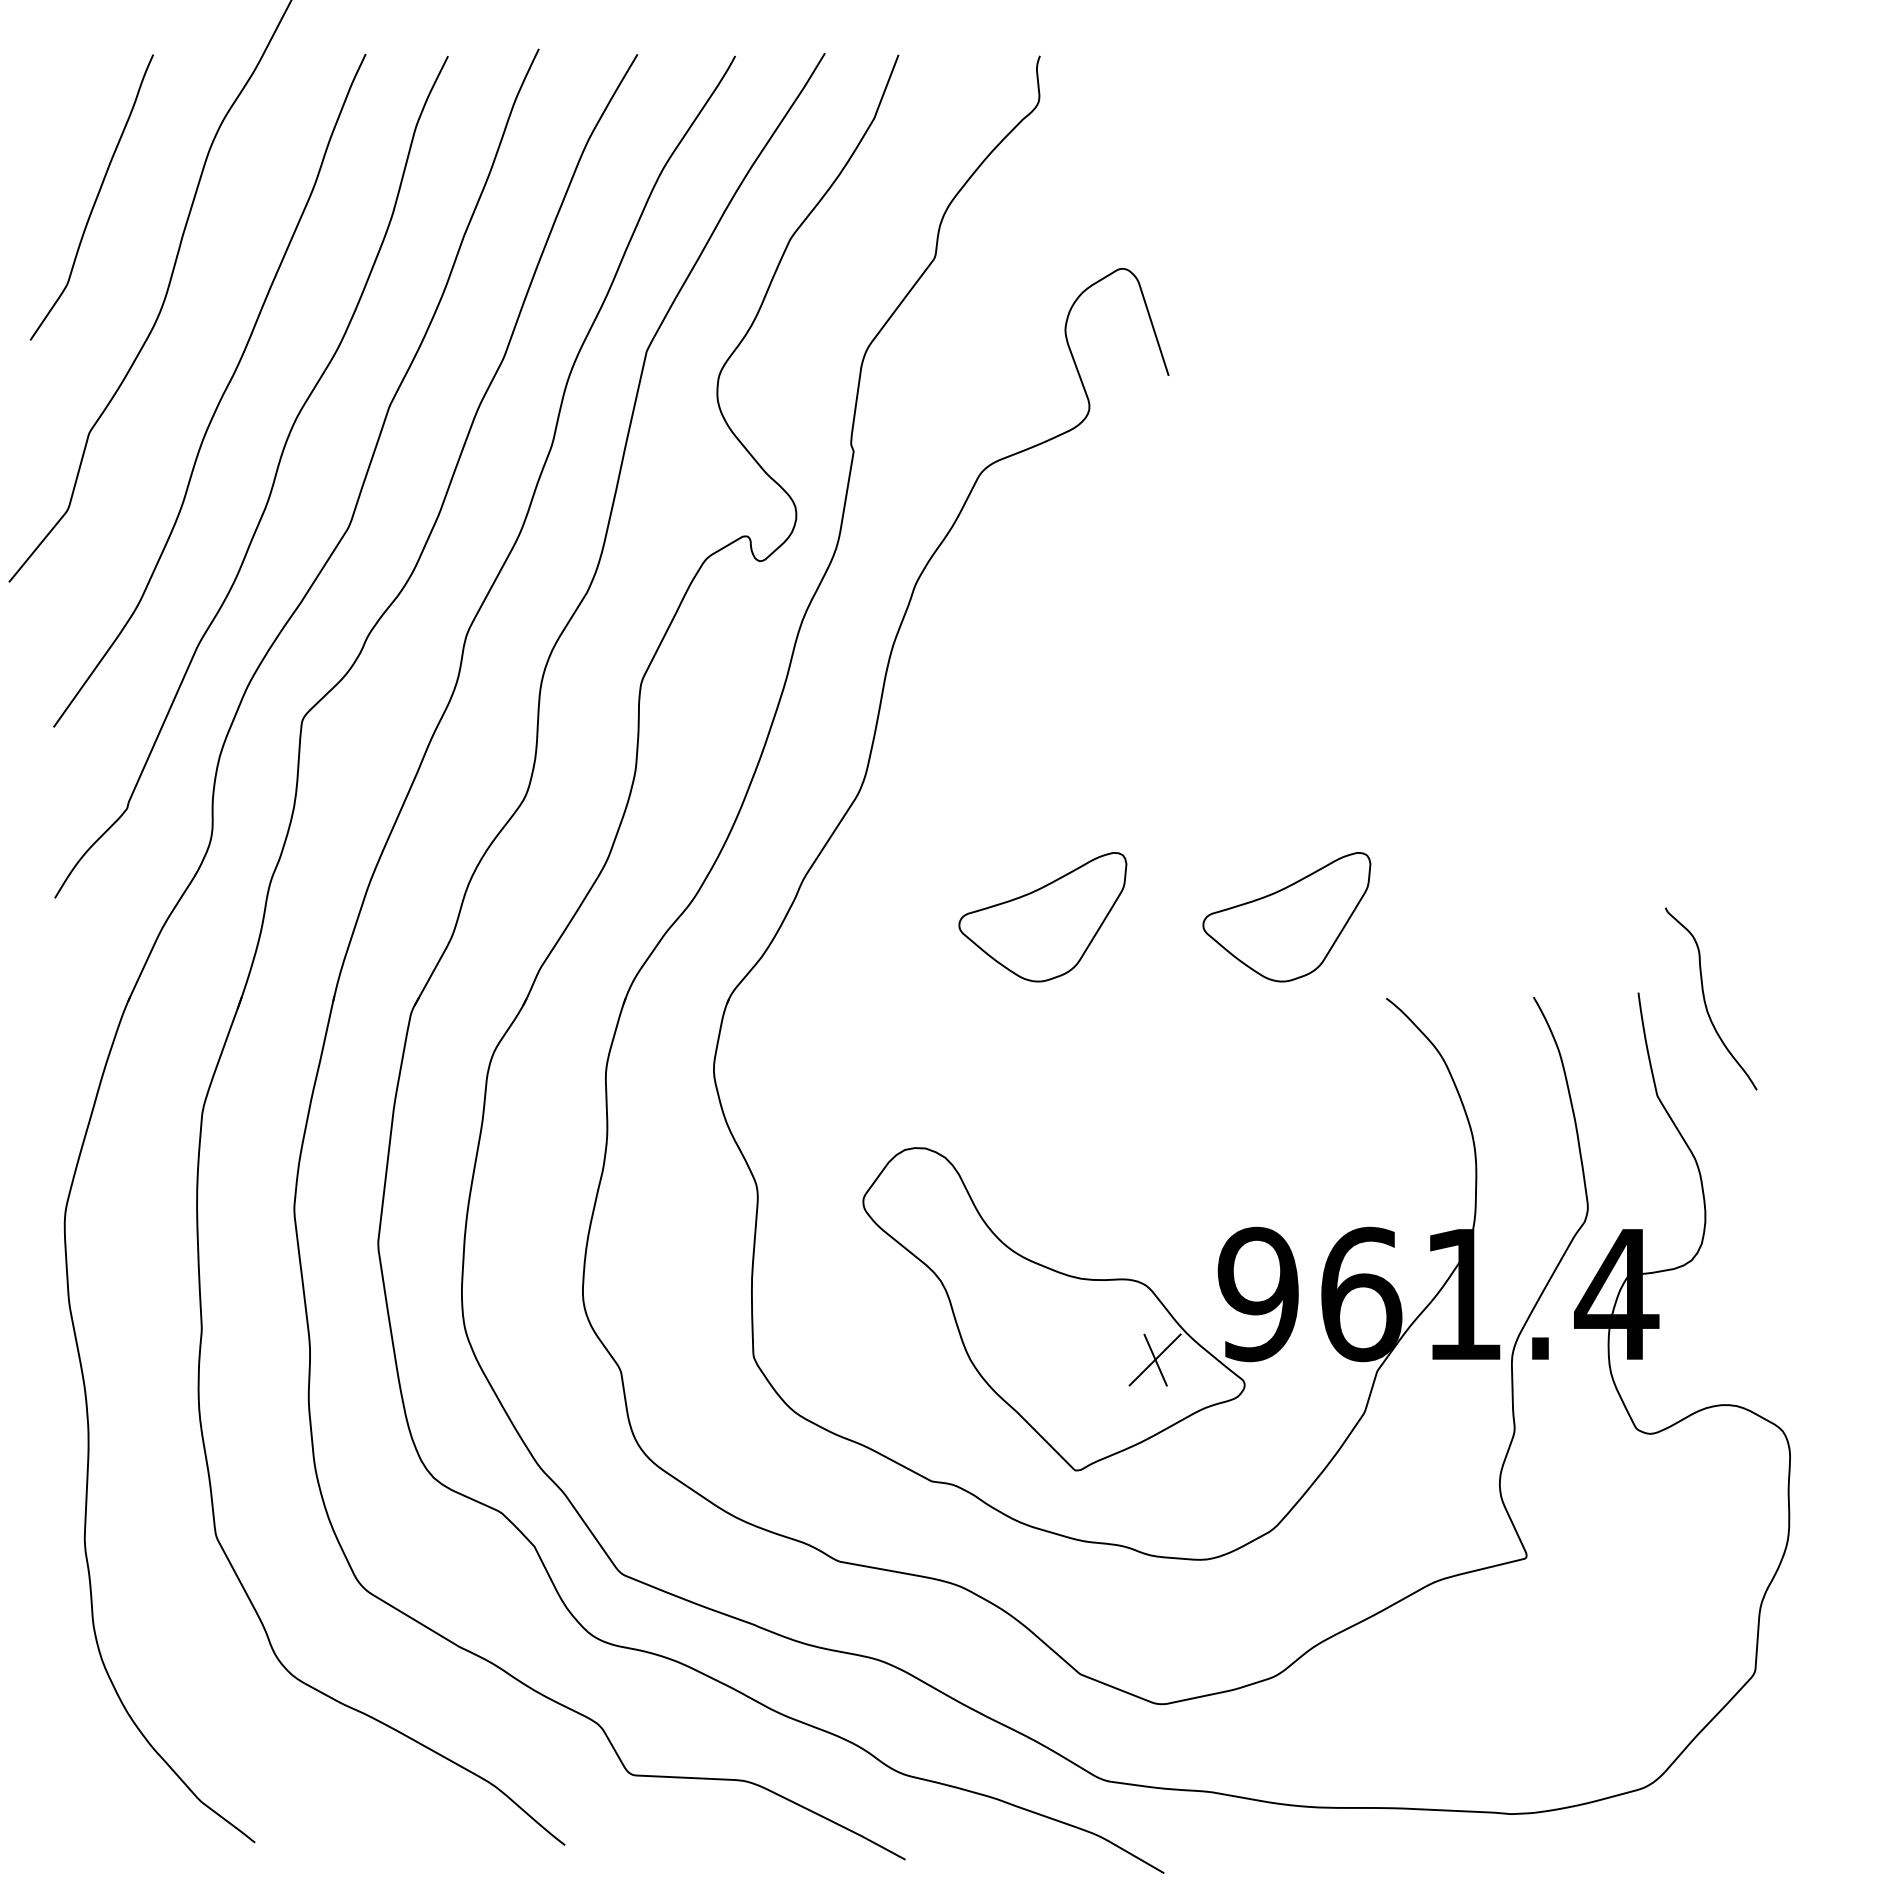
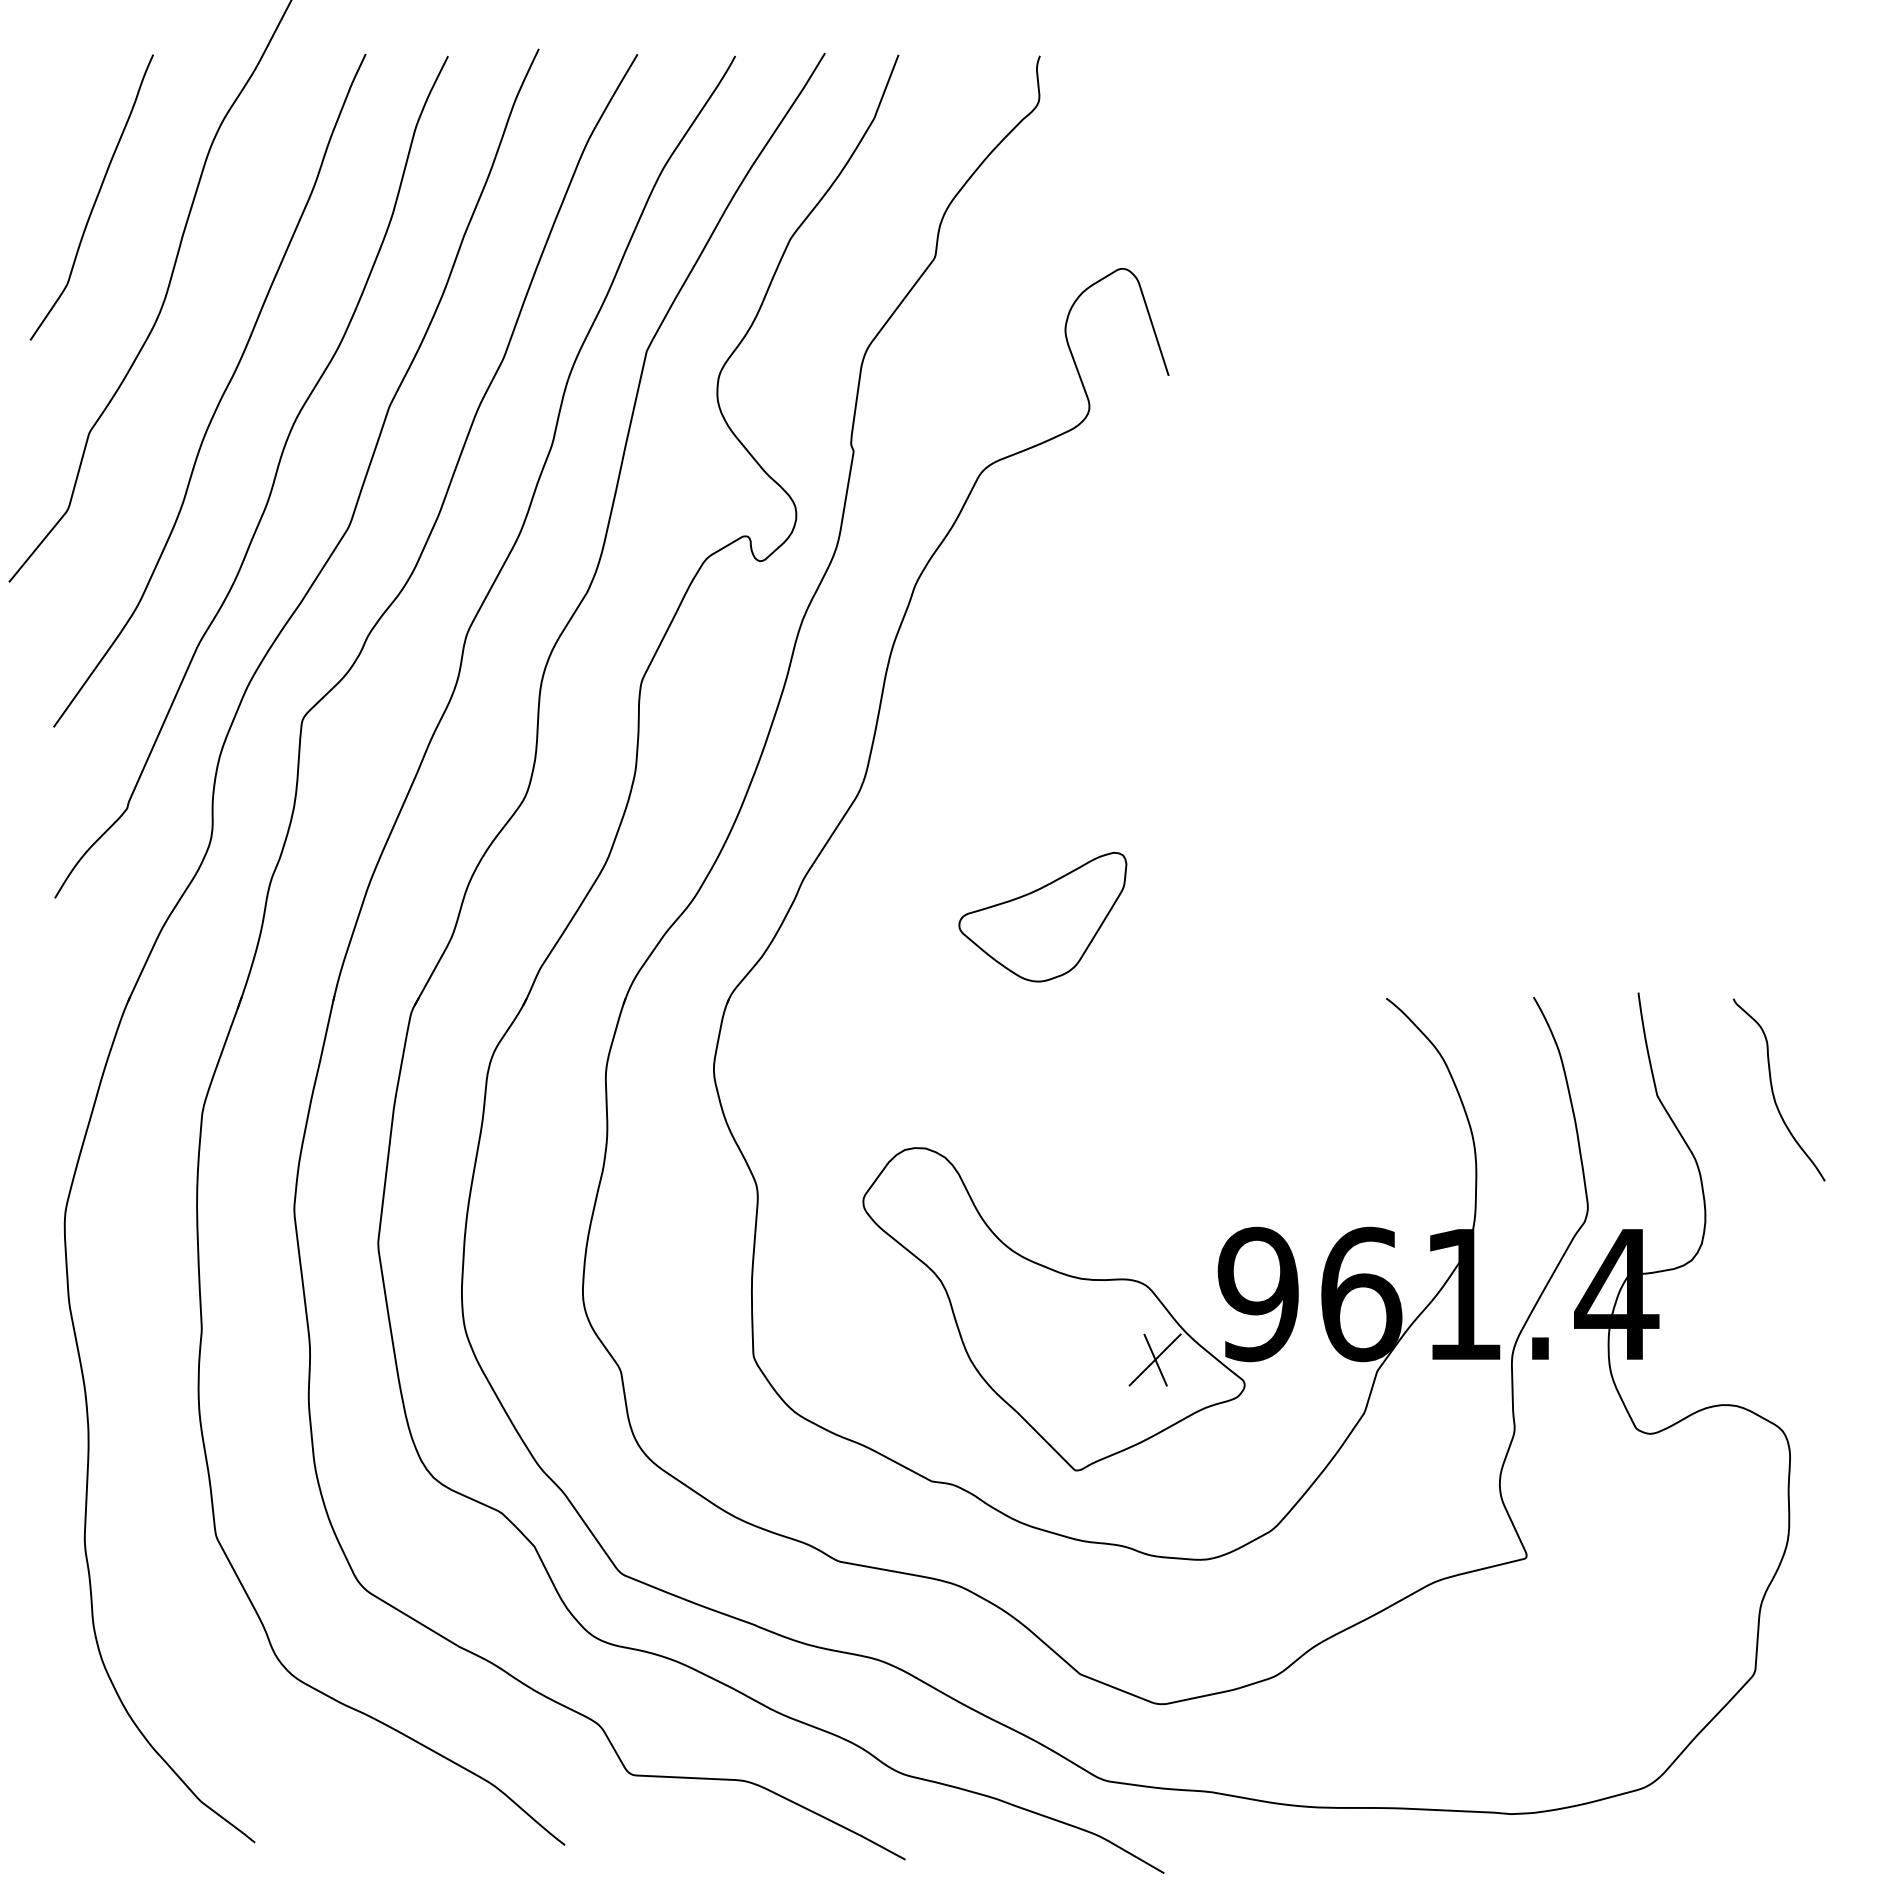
part at (1286, 917): present -> none
curve at (1705, 998) position: (1705, 998) -> (1773, 1089)
